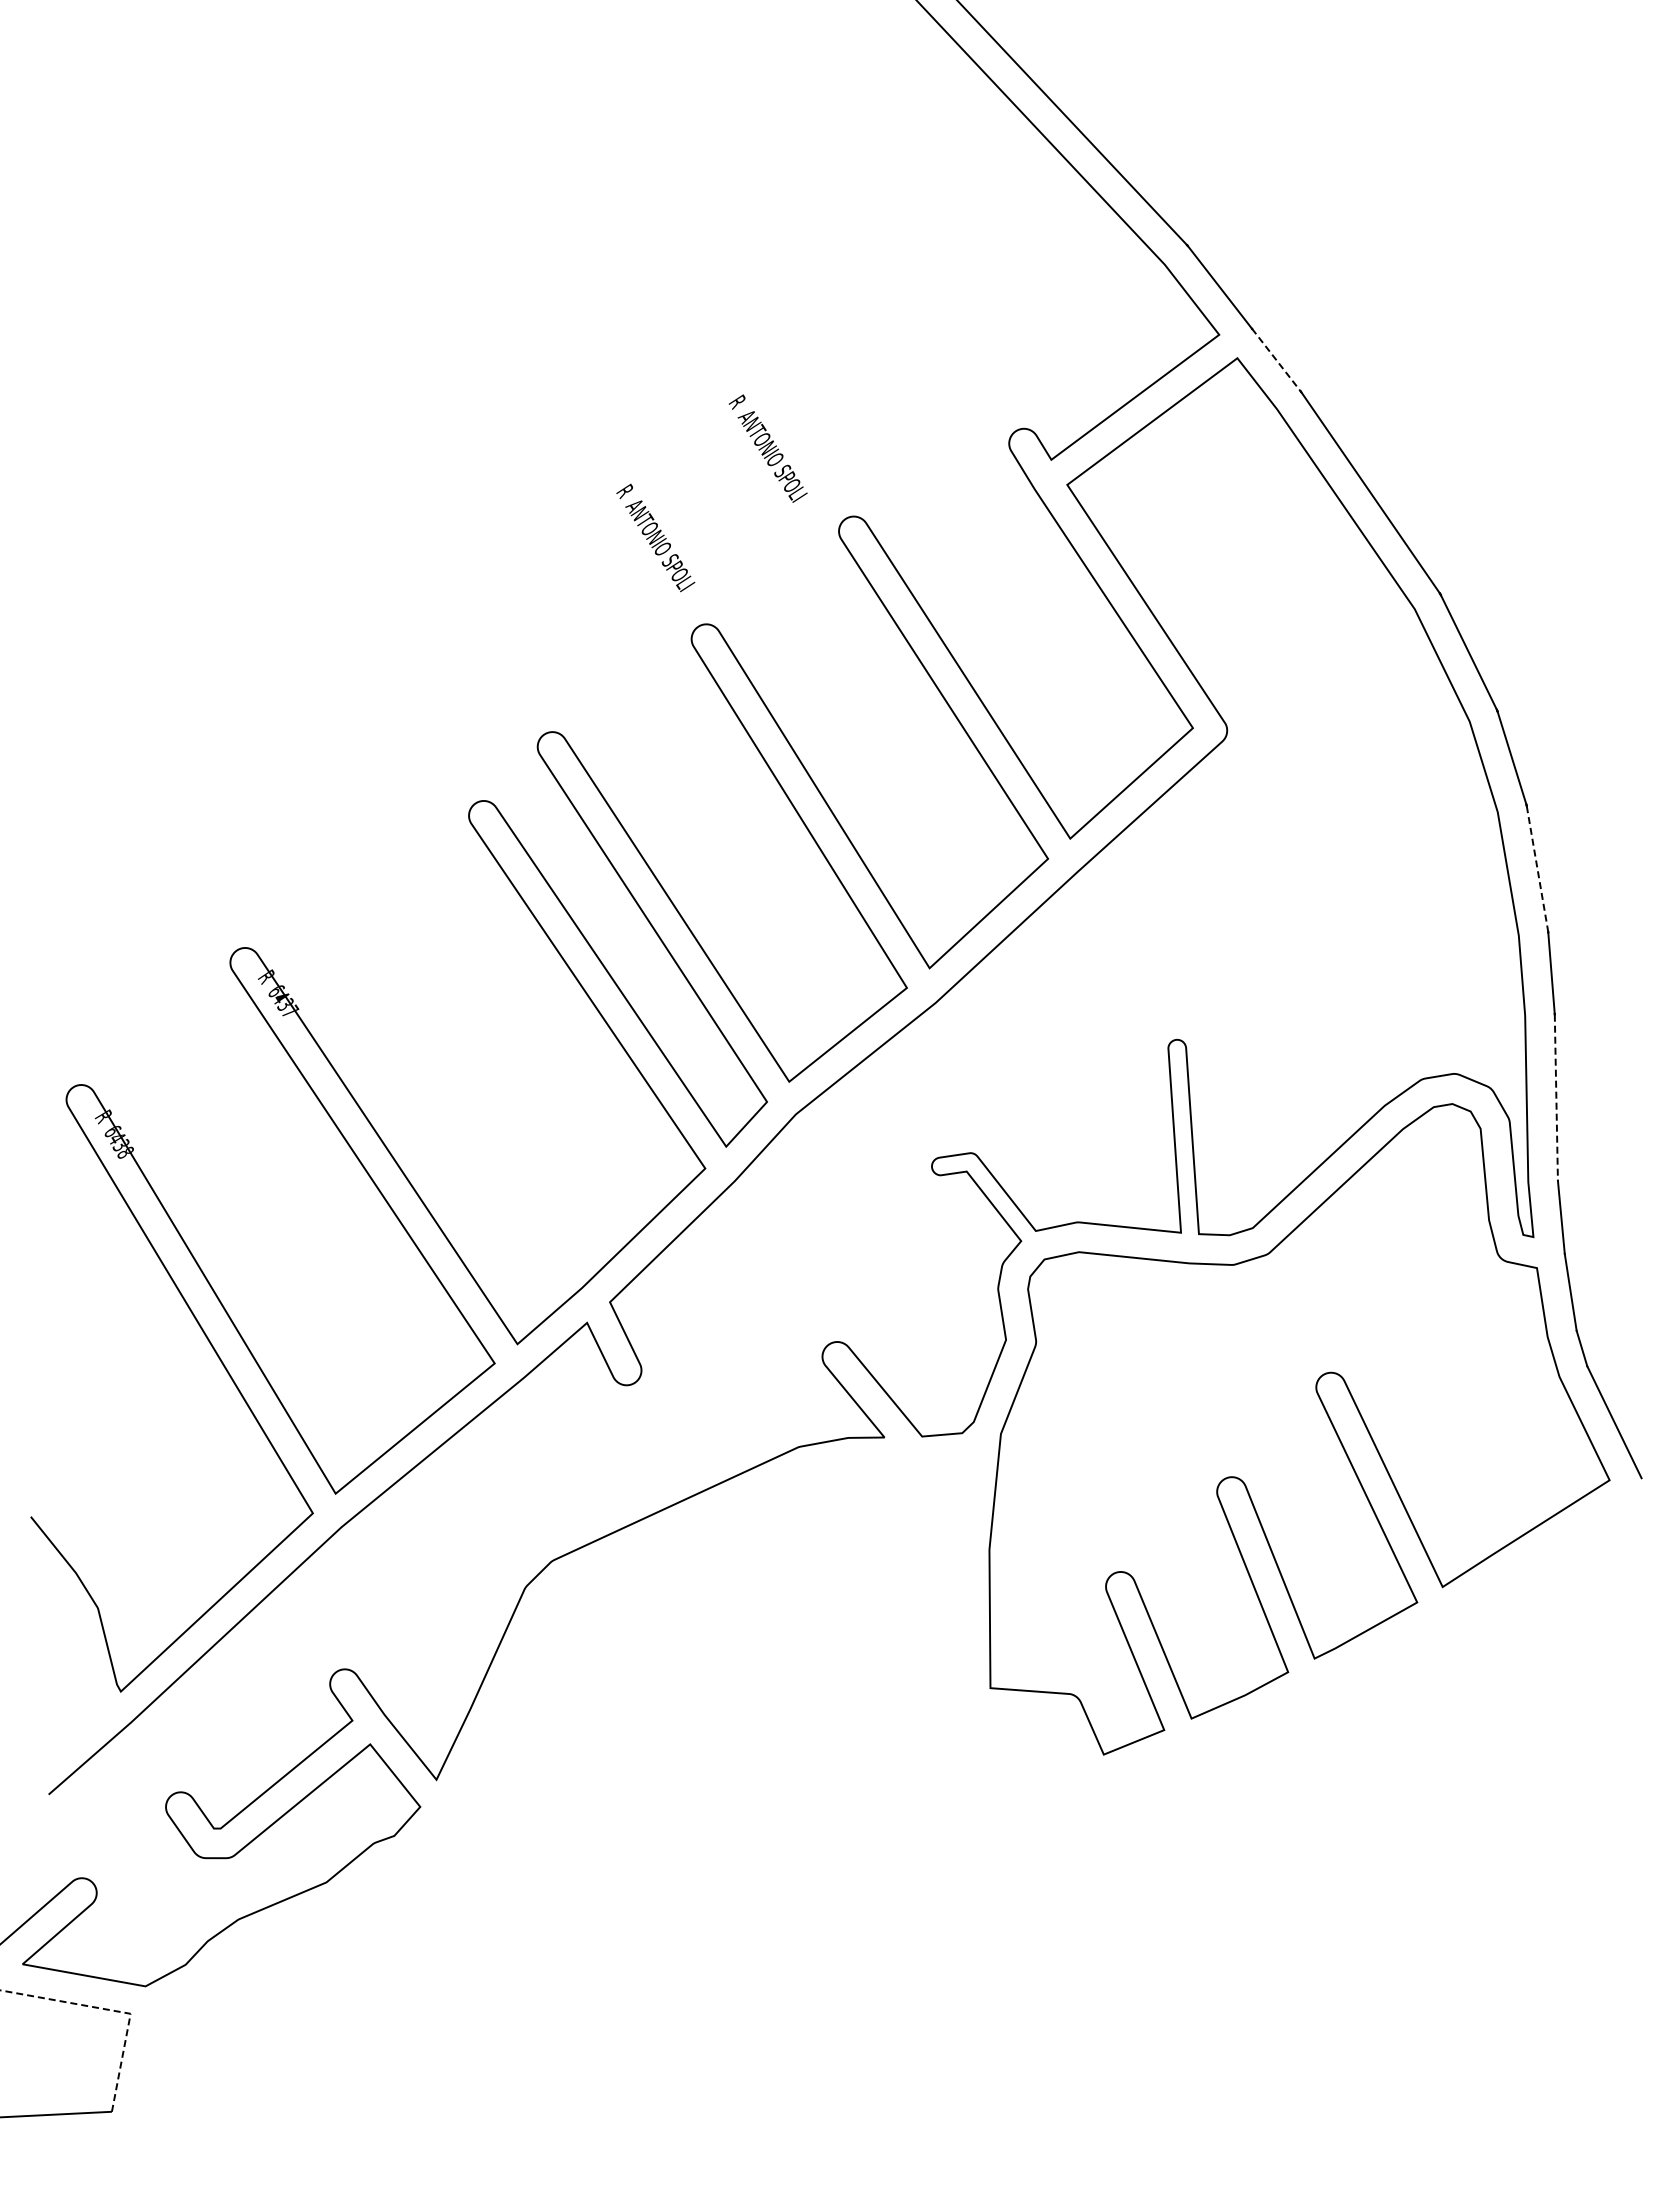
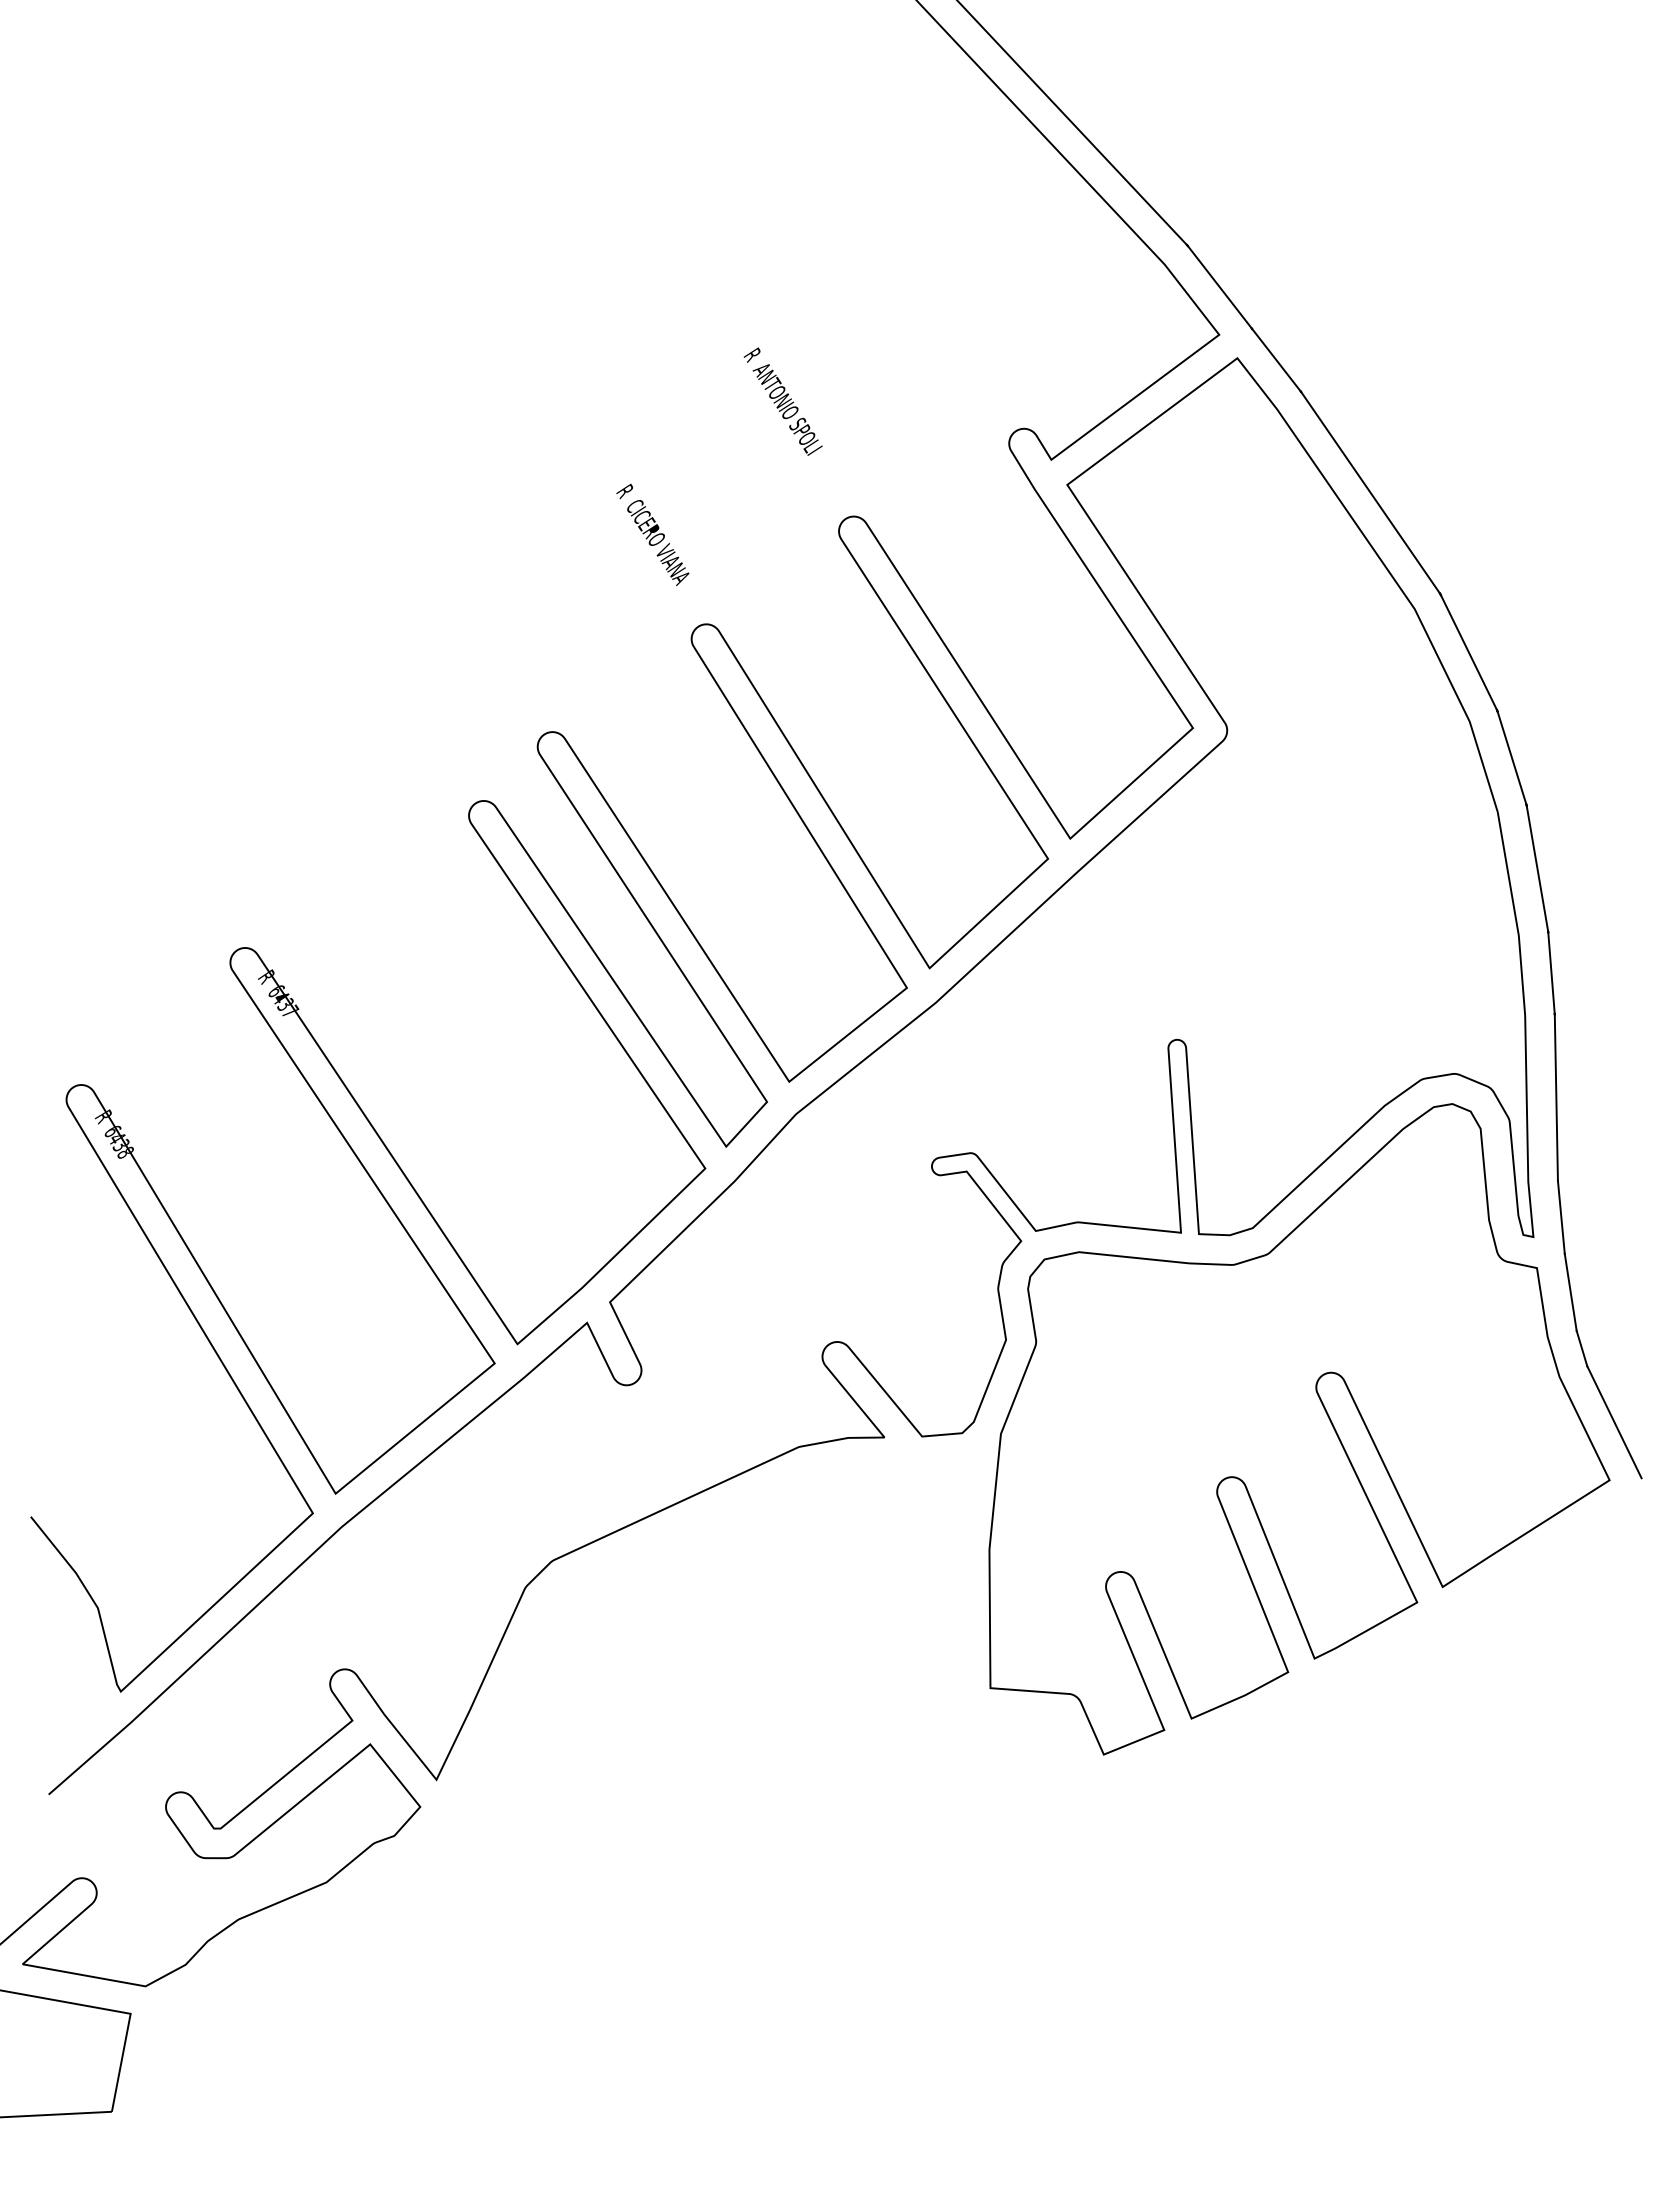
line at (1276, 360): dashed -> solid
text at (767, 448) position: (767, 448) -> (782, 401)
text at (660, 546): R  ANTONIO SPOLI -> R  CICERO VIANA
line at (1537, 869): dashed -> solid
line at (1556, 1098): dashed -> solid
line at (114, 2010): dashed -> solid
